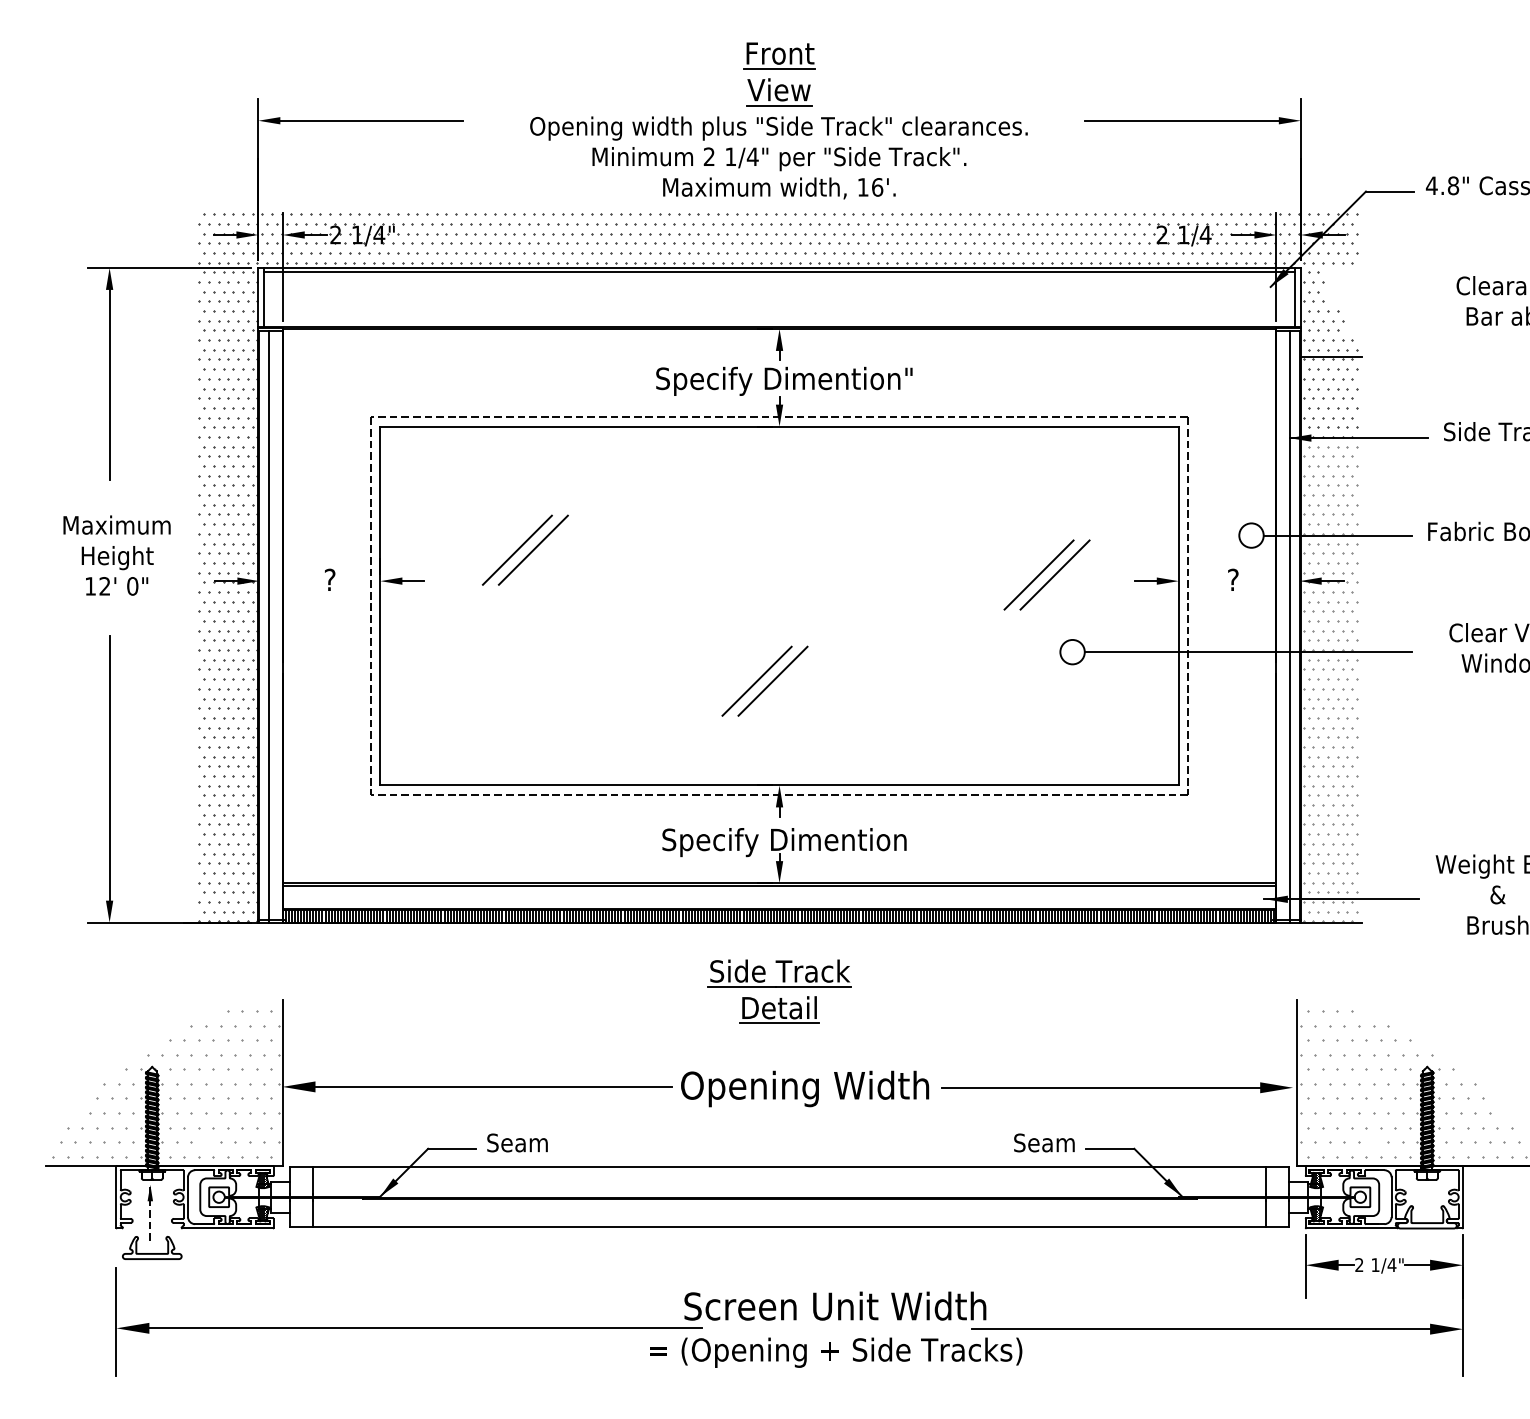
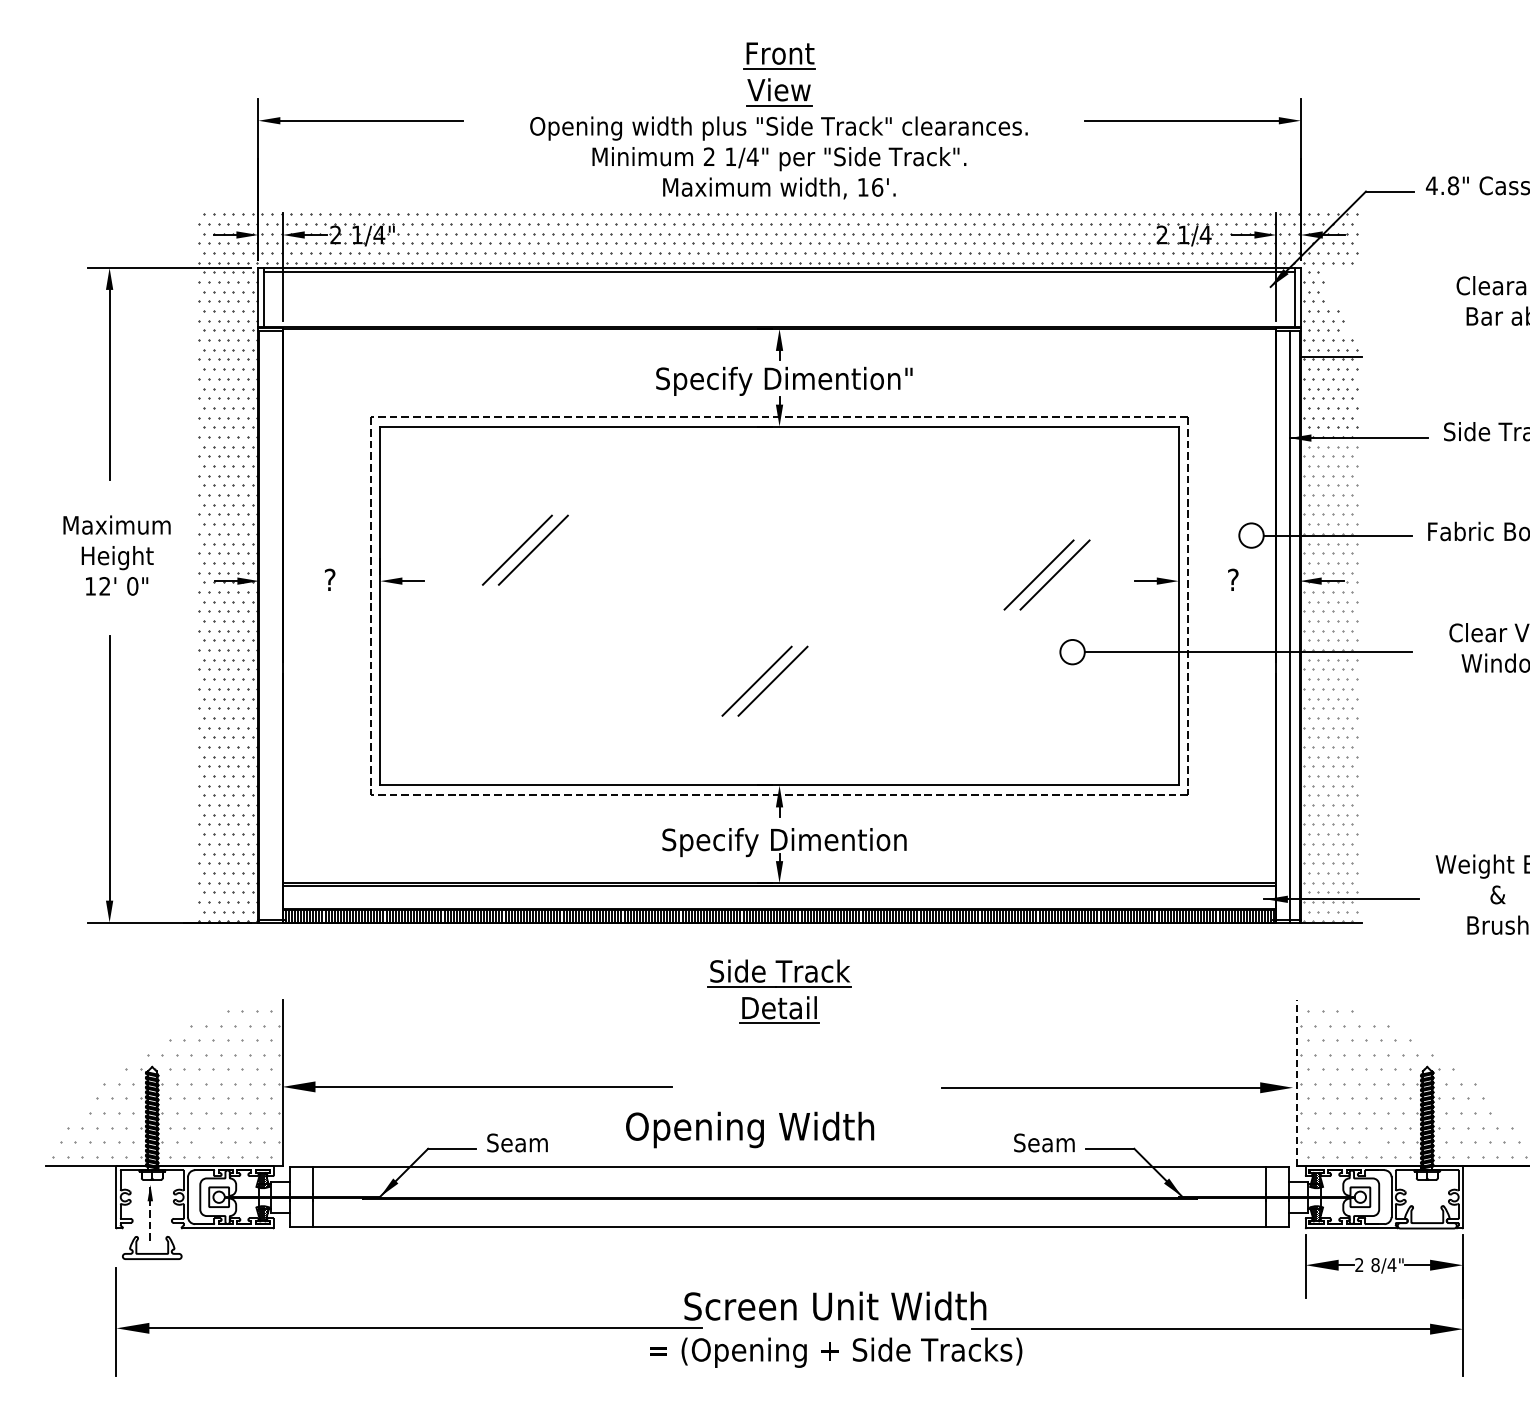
line at (269, 626): present -> none
line at (1296, 1082): solid -> dashed
text at (805, 1088) position: (805, 1088) -> (750, 1129)
text at (1375, 1265): 1/4" -> 8/4"
